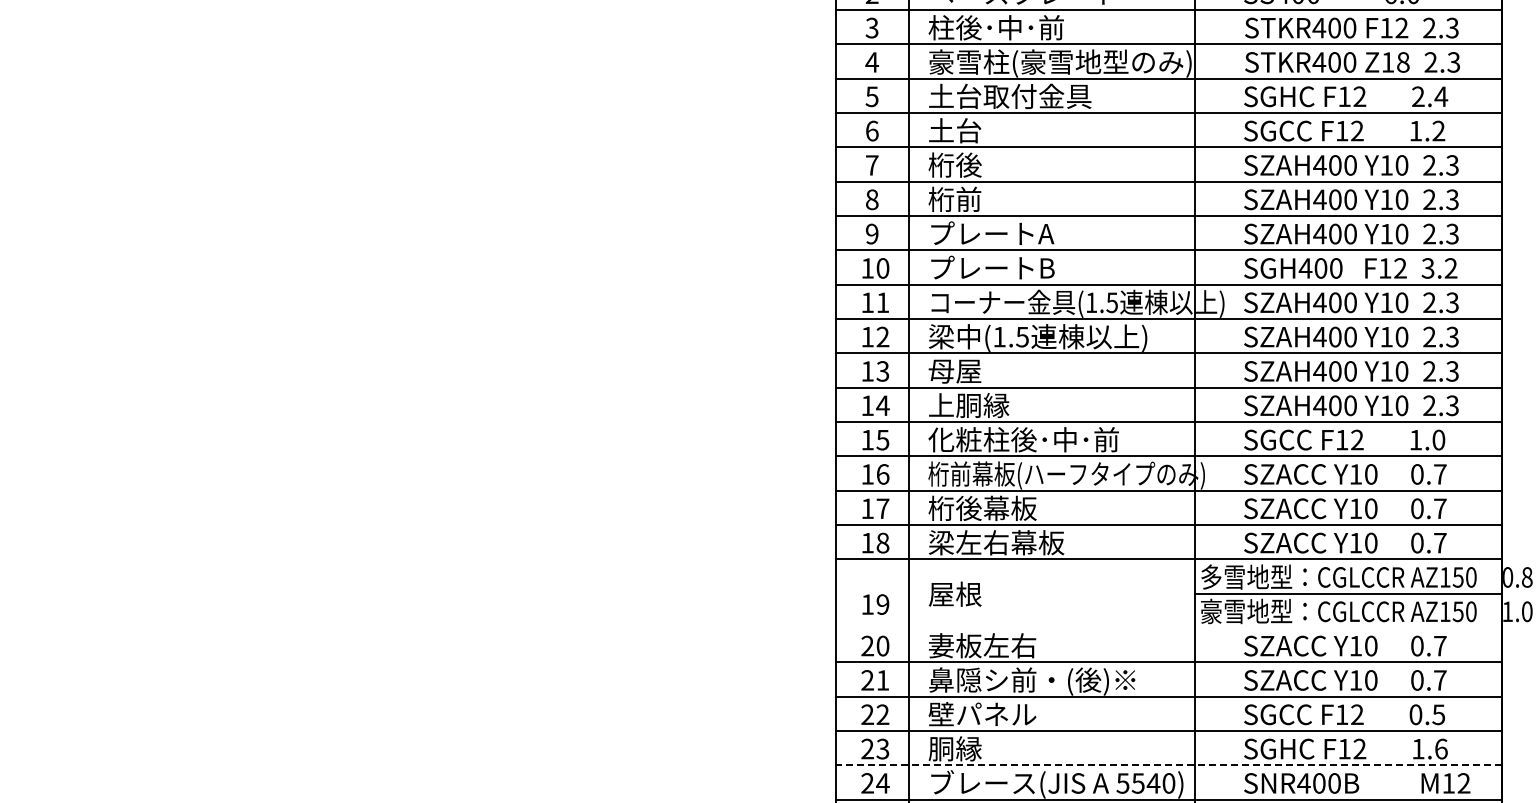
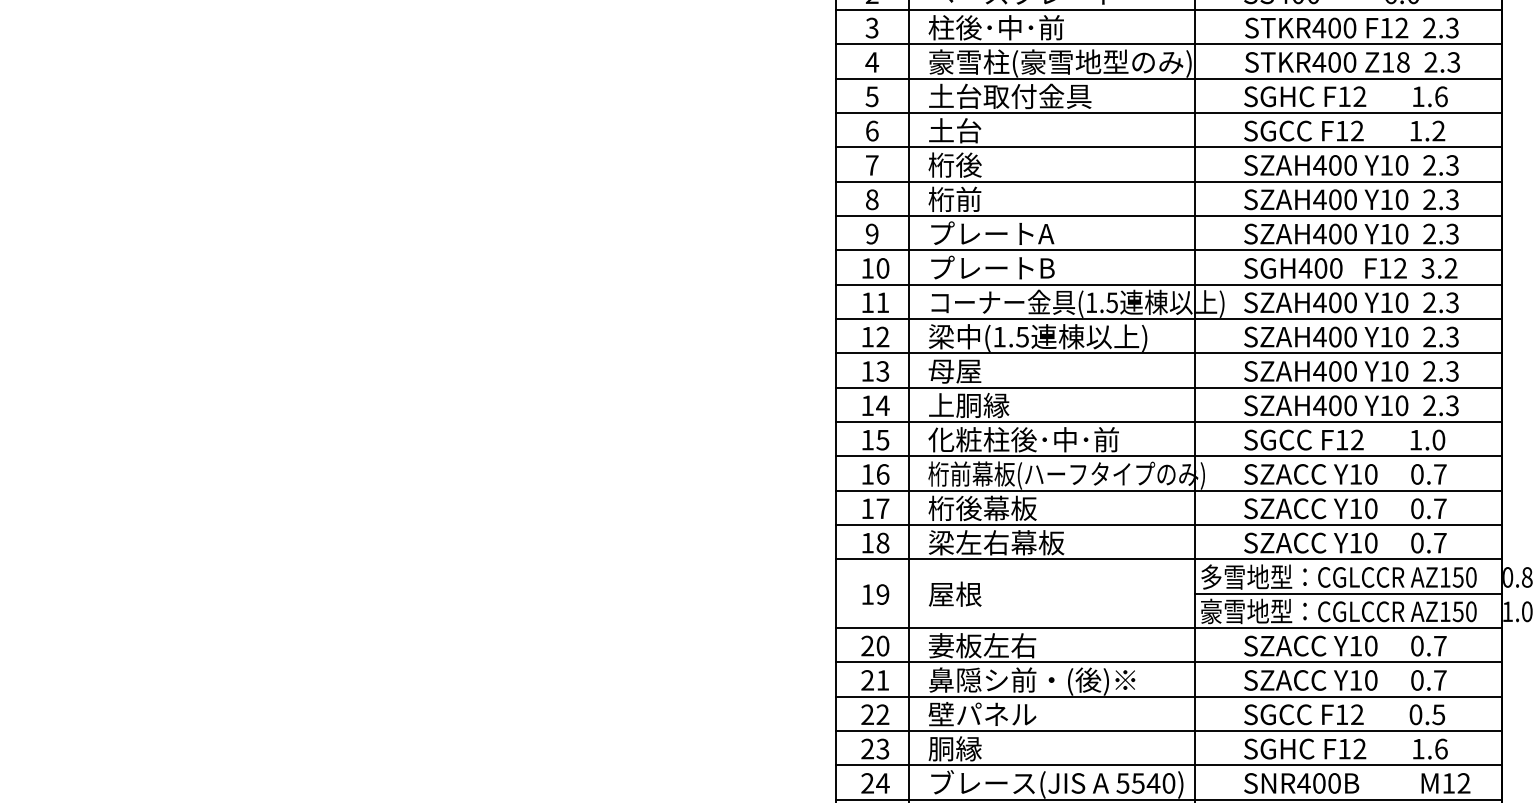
text at (1430, 96): 2.4 -> 1.6
text at (875, 604) position: (875, 604) -> (875, 594)
line at (1168, 628): none -> present
line at (1168, 765): dashed -> solid
